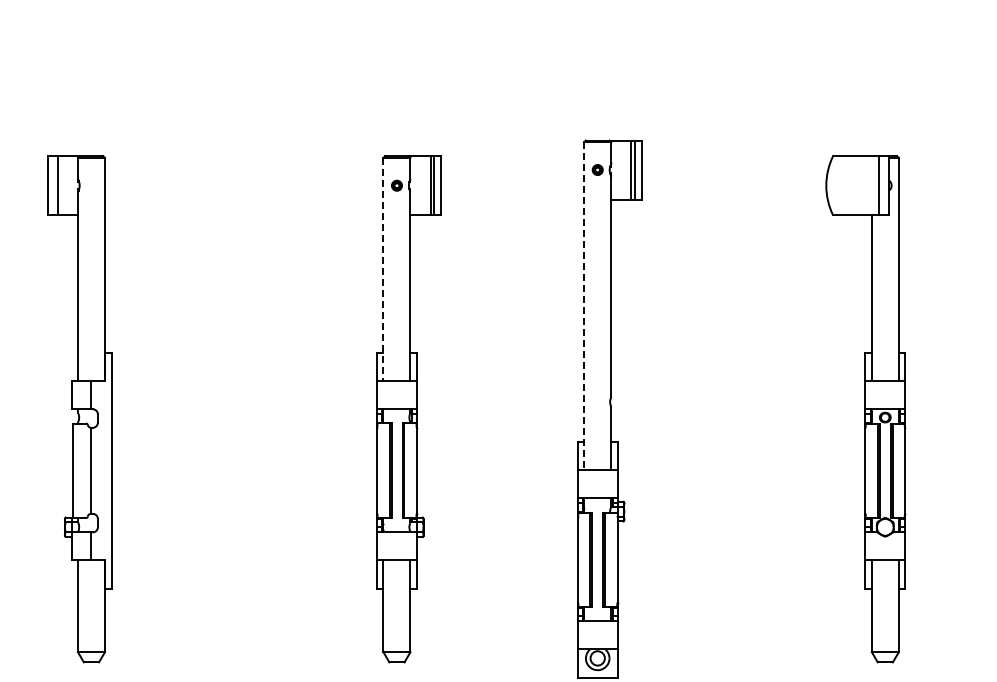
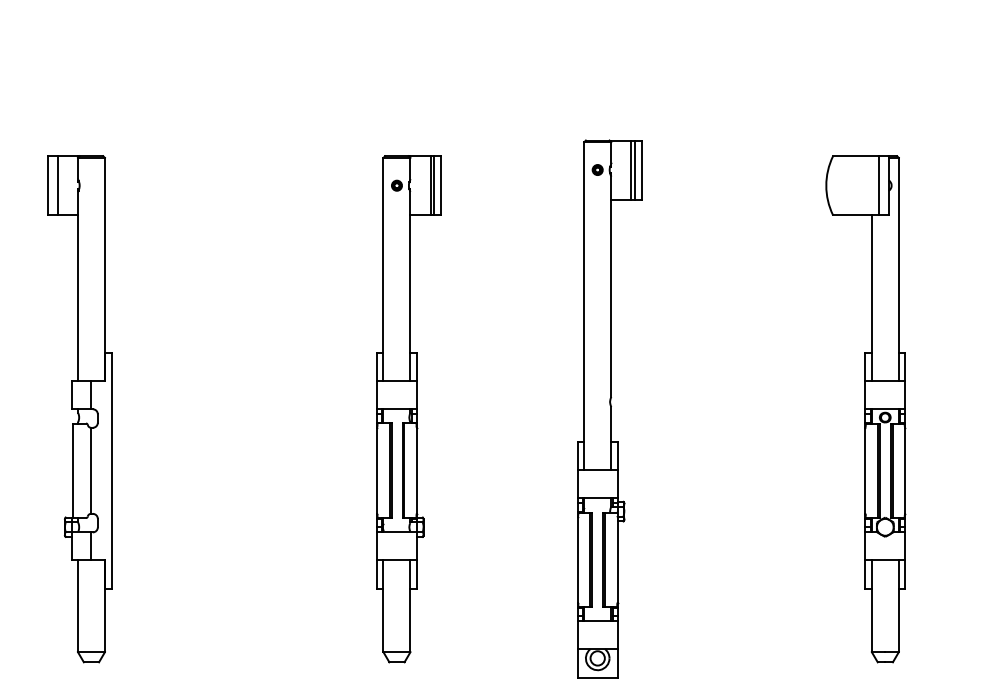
line at (383, 269): dashed -> solid
line at (584, 306): dashed -> solid
